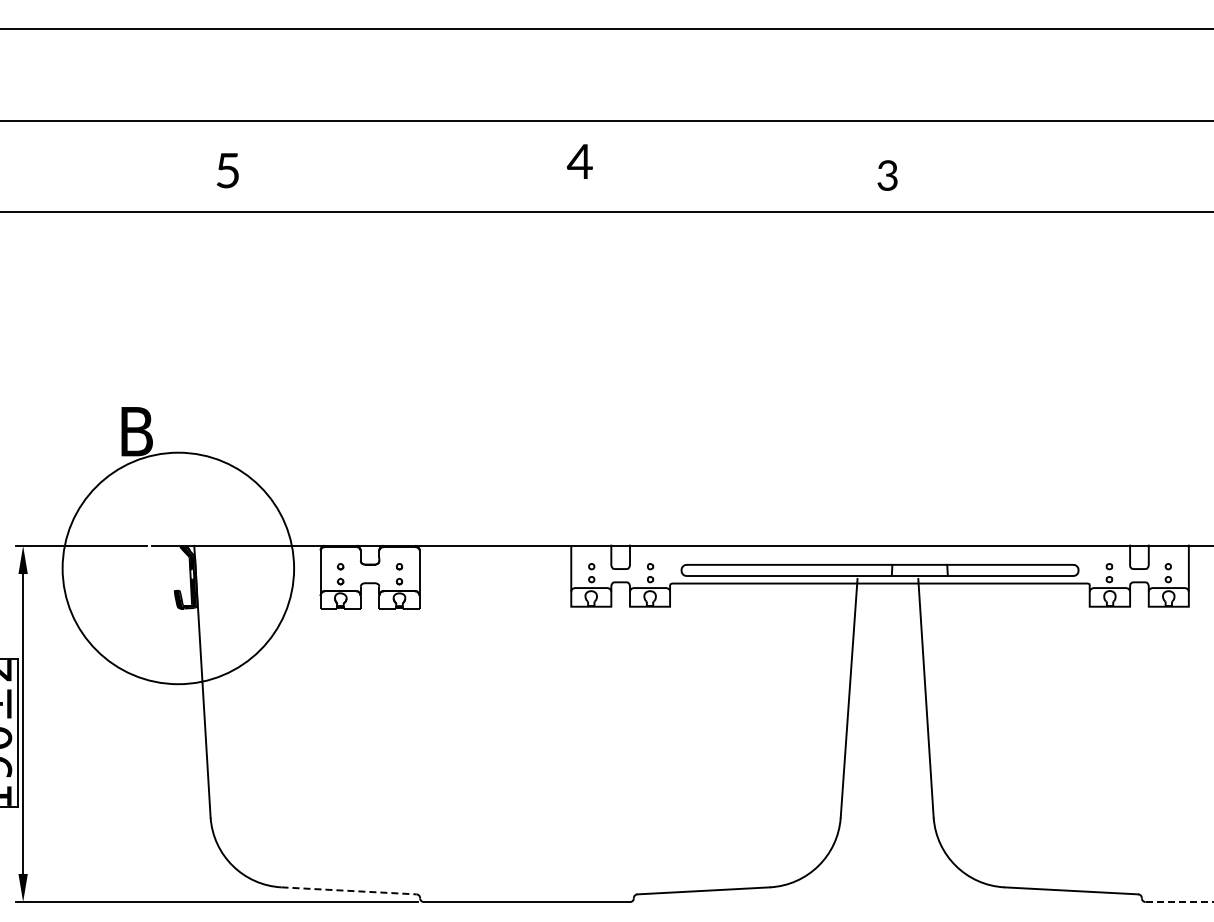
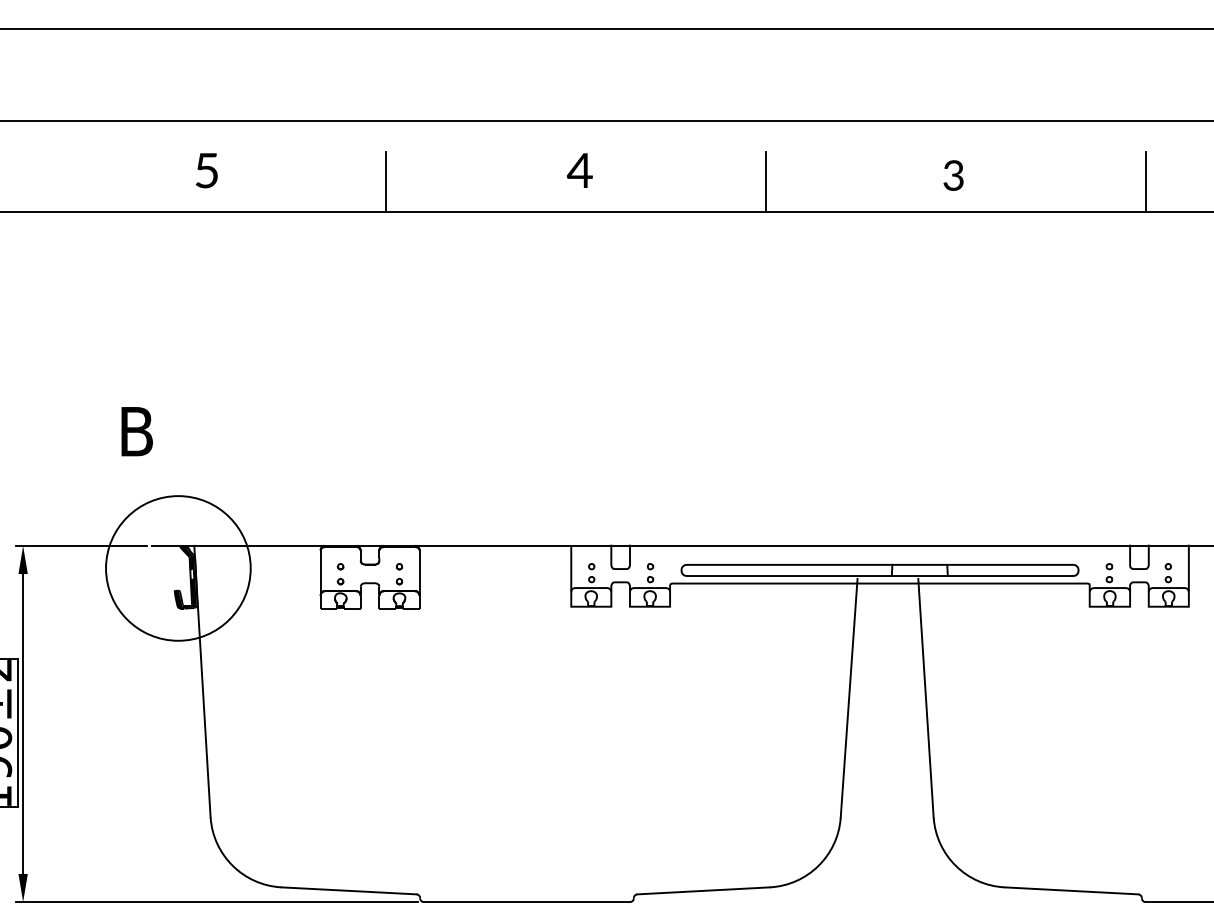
text at (579, 161) position: (579, 161) -> (579, 170)
text at (227, 170) position: (227, 170) -> (206, 170)
text at (887, 175) position: (887, 175) -> (953, 175)
line at (386, 181): none -> present
line at (766, 181): none -> present
line at (1146, 181): none -> present
circle at (178, 568) diameter: 231 px -> 145 px
line at (349, 890): dashed -> solid
line at (1179, 902): dashed -> solid
